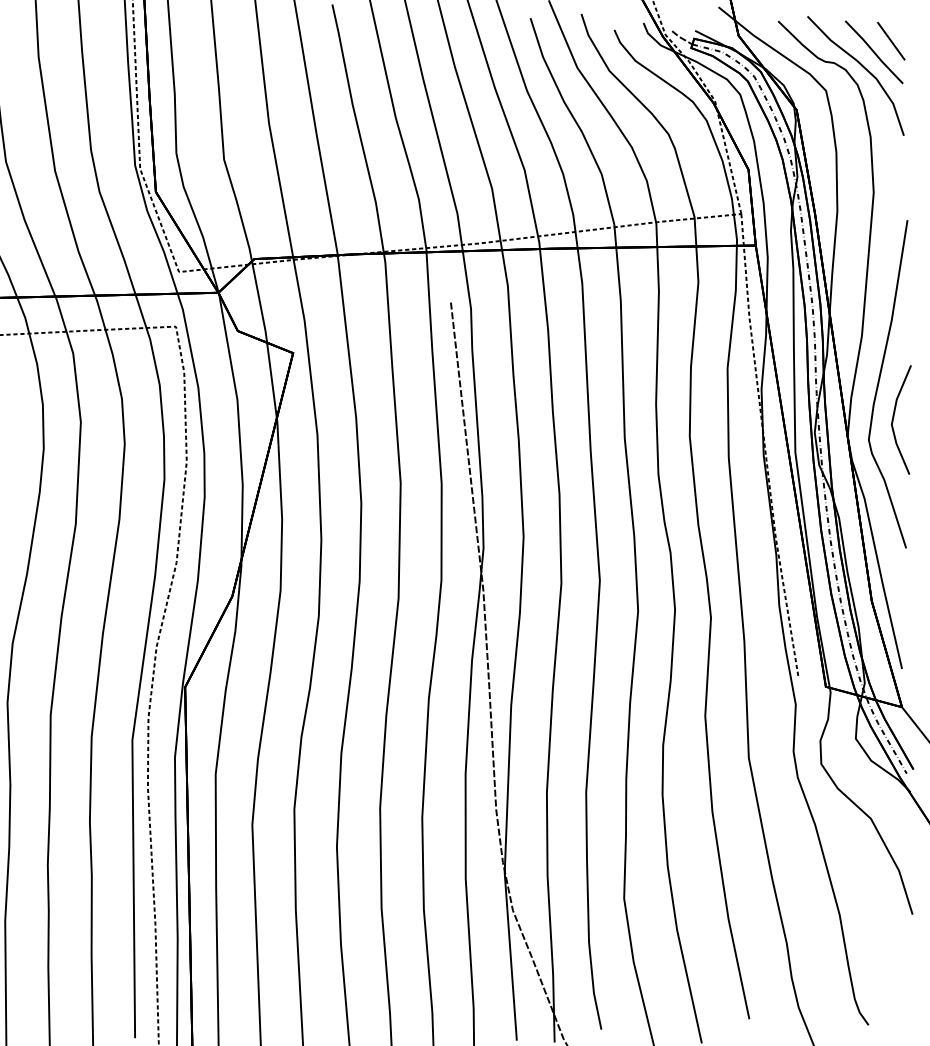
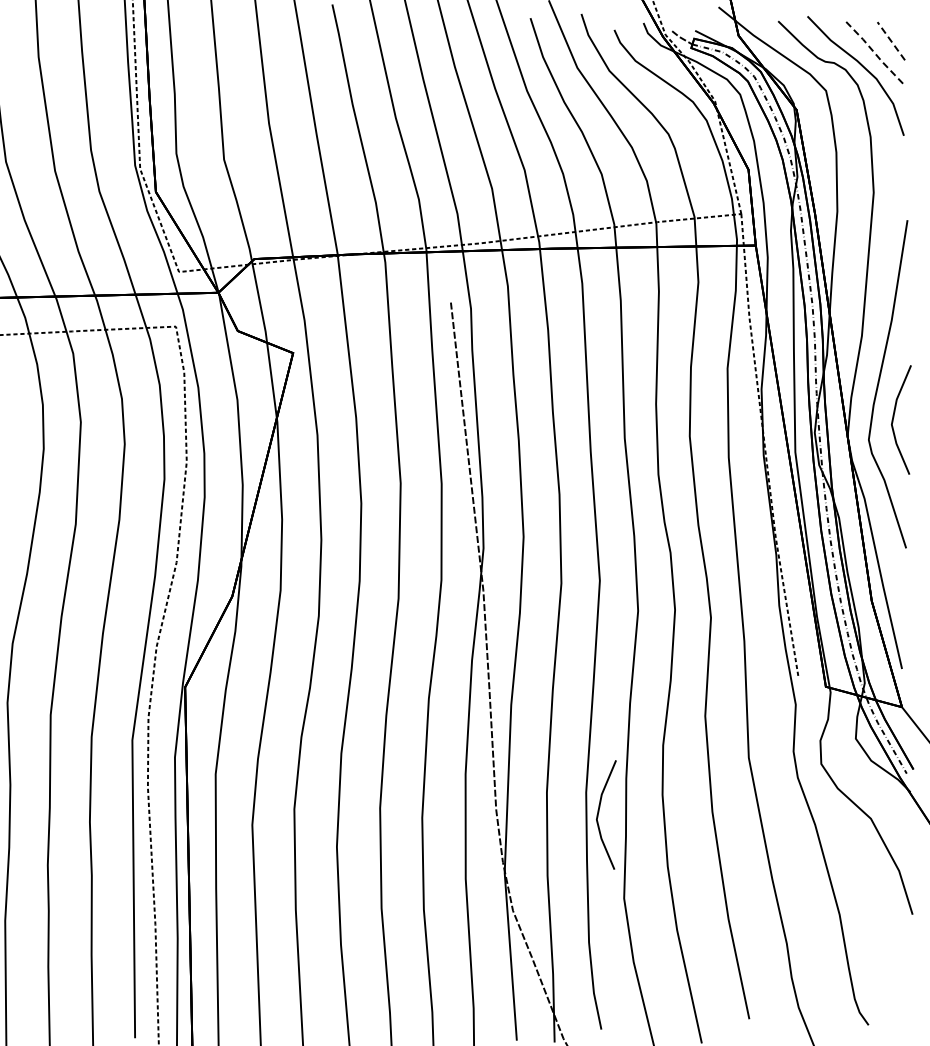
line at (891, 41): solid -> dashed
line at (873, 52): solid -> dashed
line at (599, 812): none -> present
